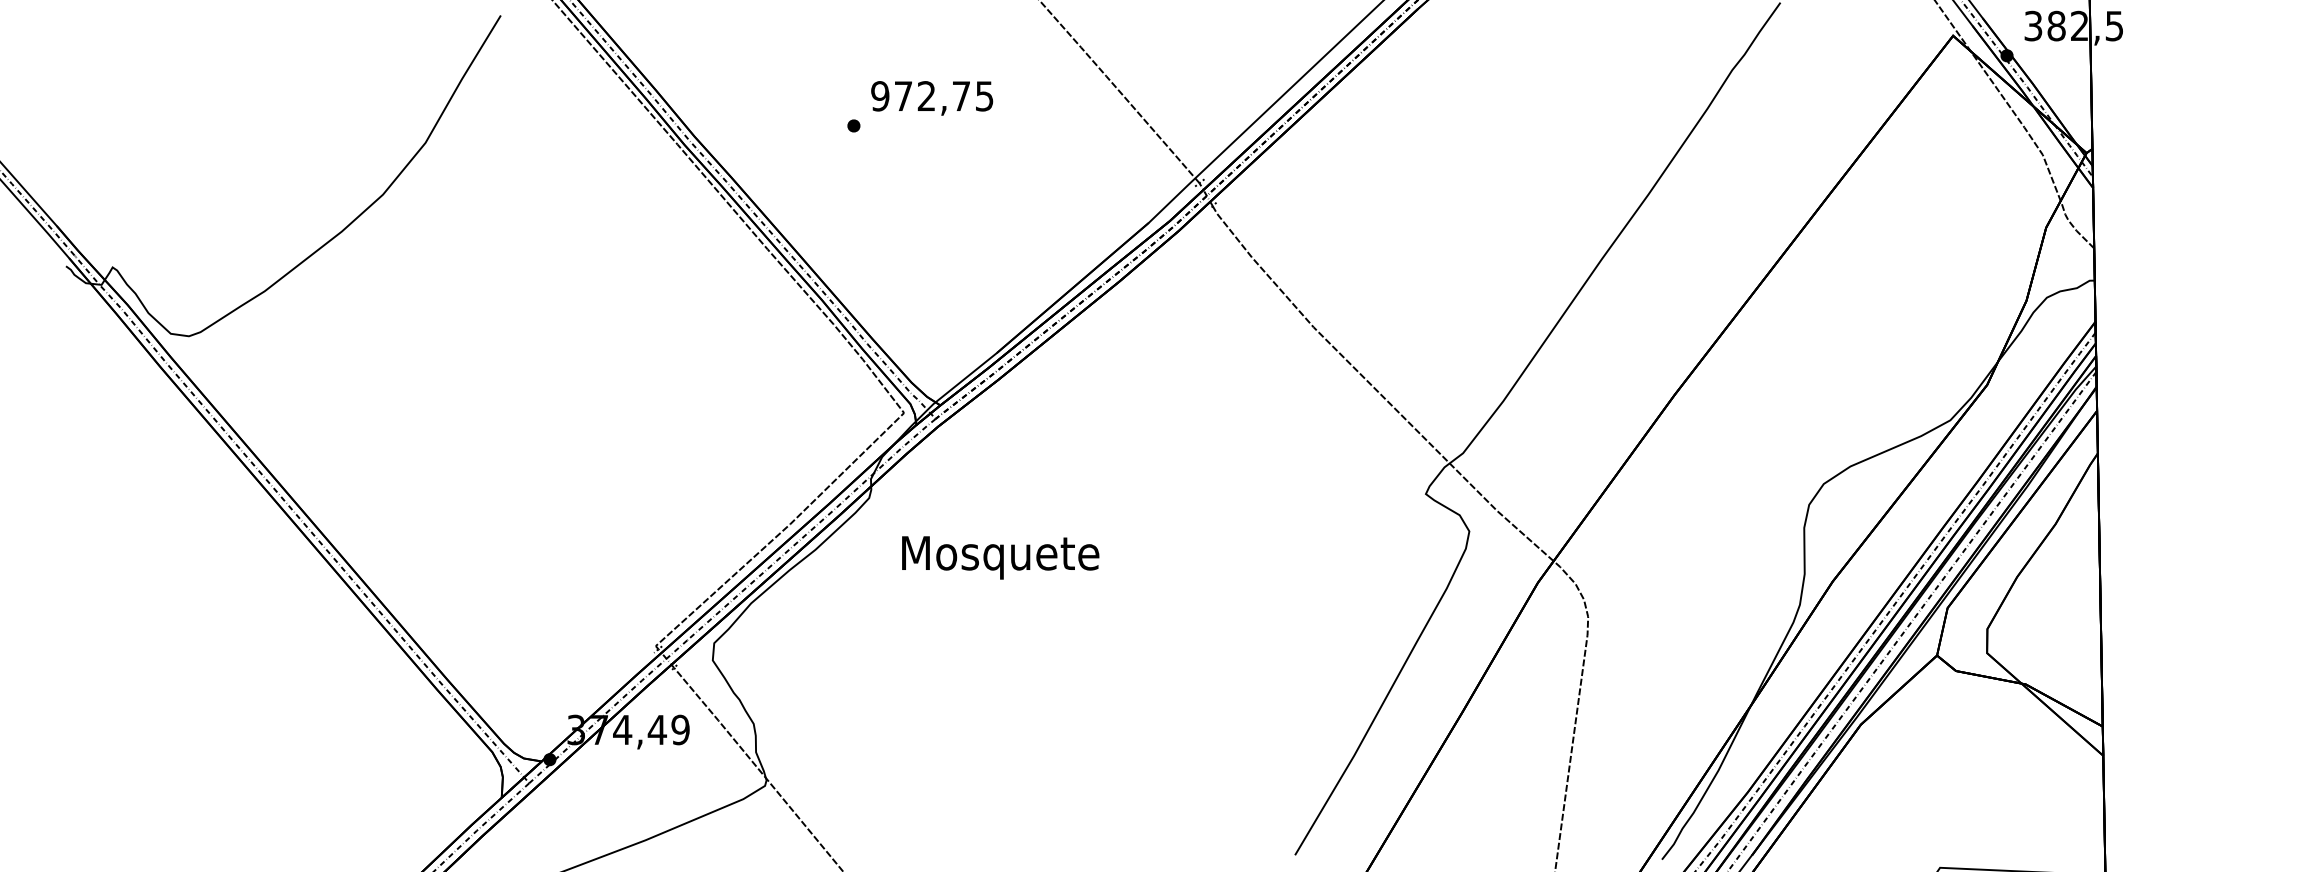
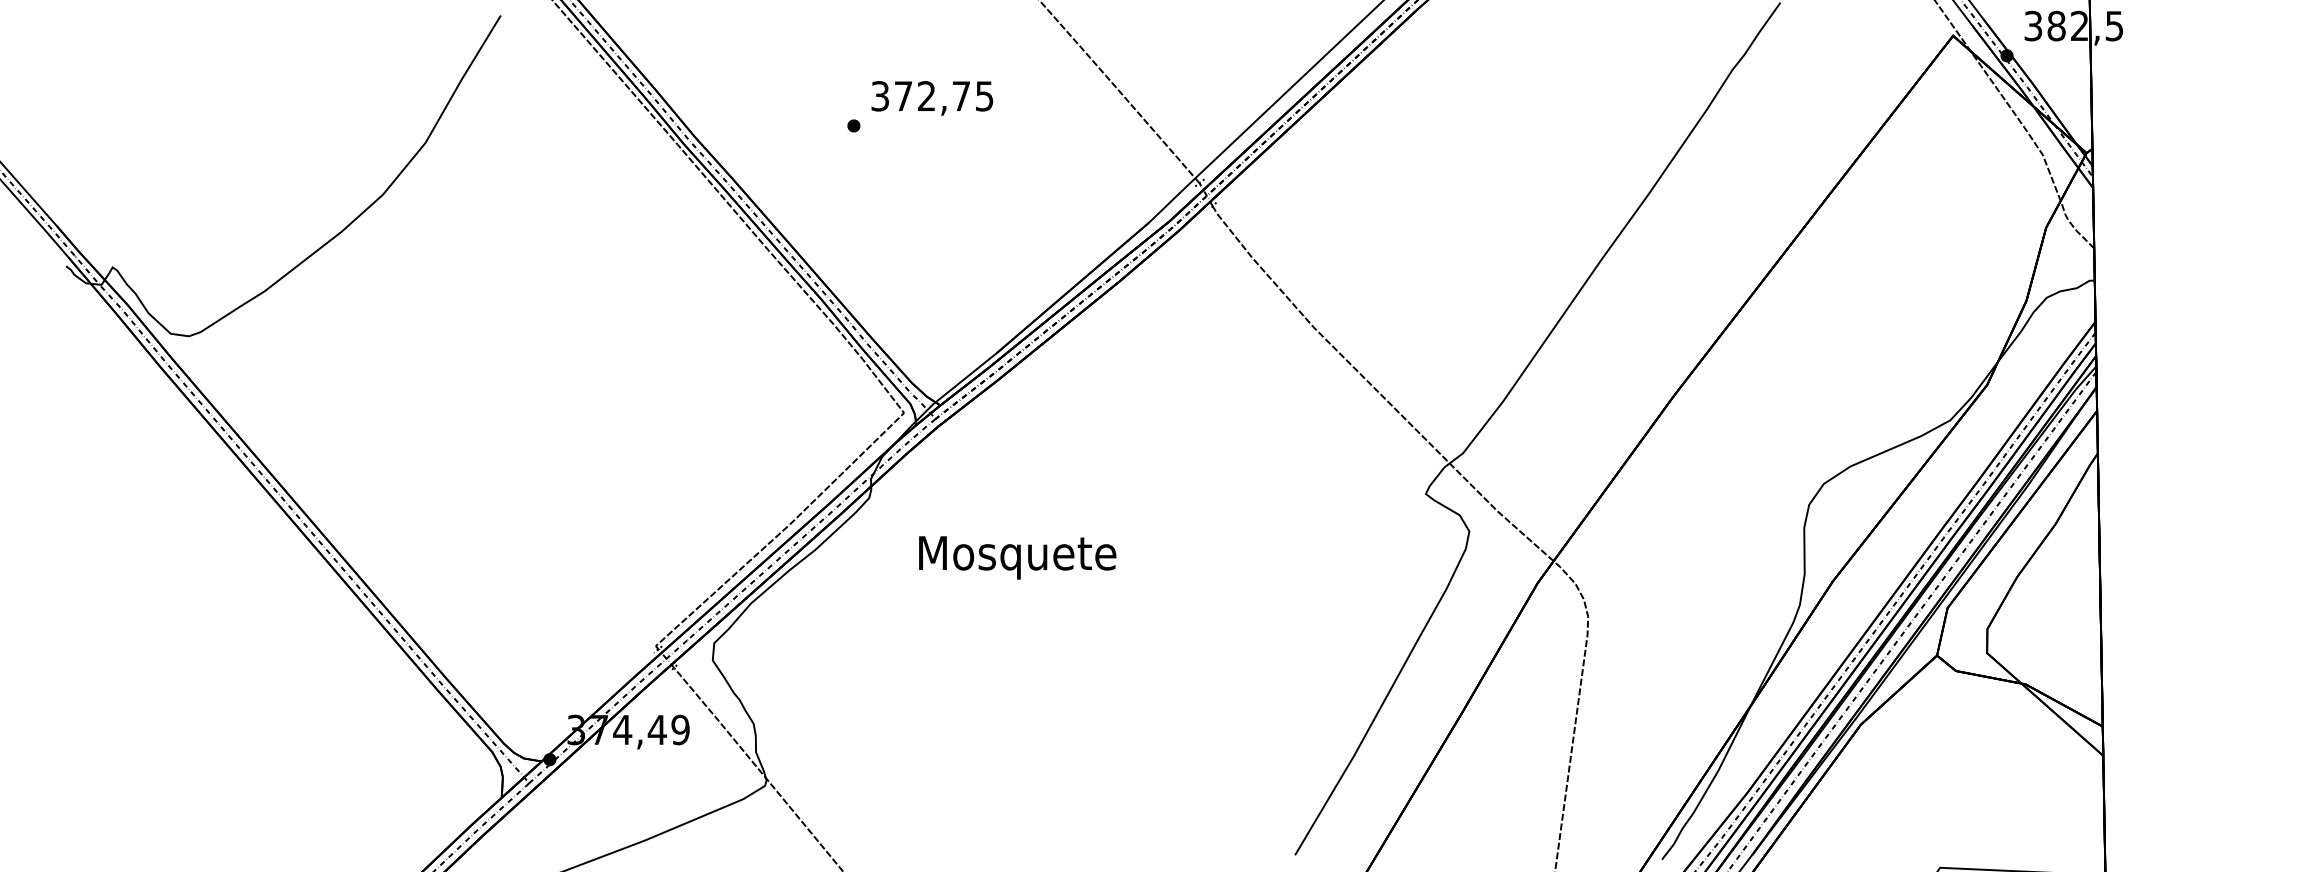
text at (880, 96): 972,75 -> 372,75
text at (1000, 557) position: (1000, 557) -> (1017, 557)
